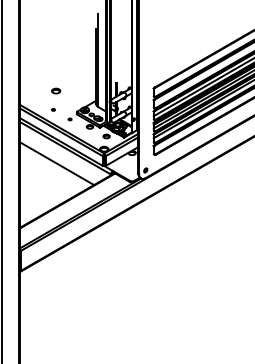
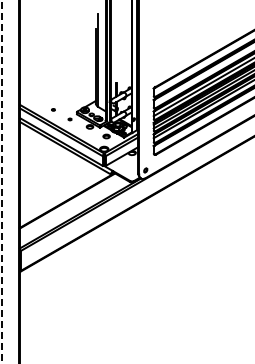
part at (56, 90): present -> none
line at (56, 163): present -> none
line at (2, 182): solid -> dashed
